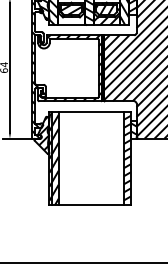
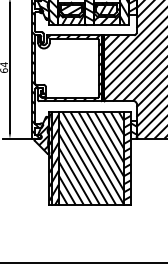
hatch at (71, 14): none -> present
hatch at (90, 158): none -> present
